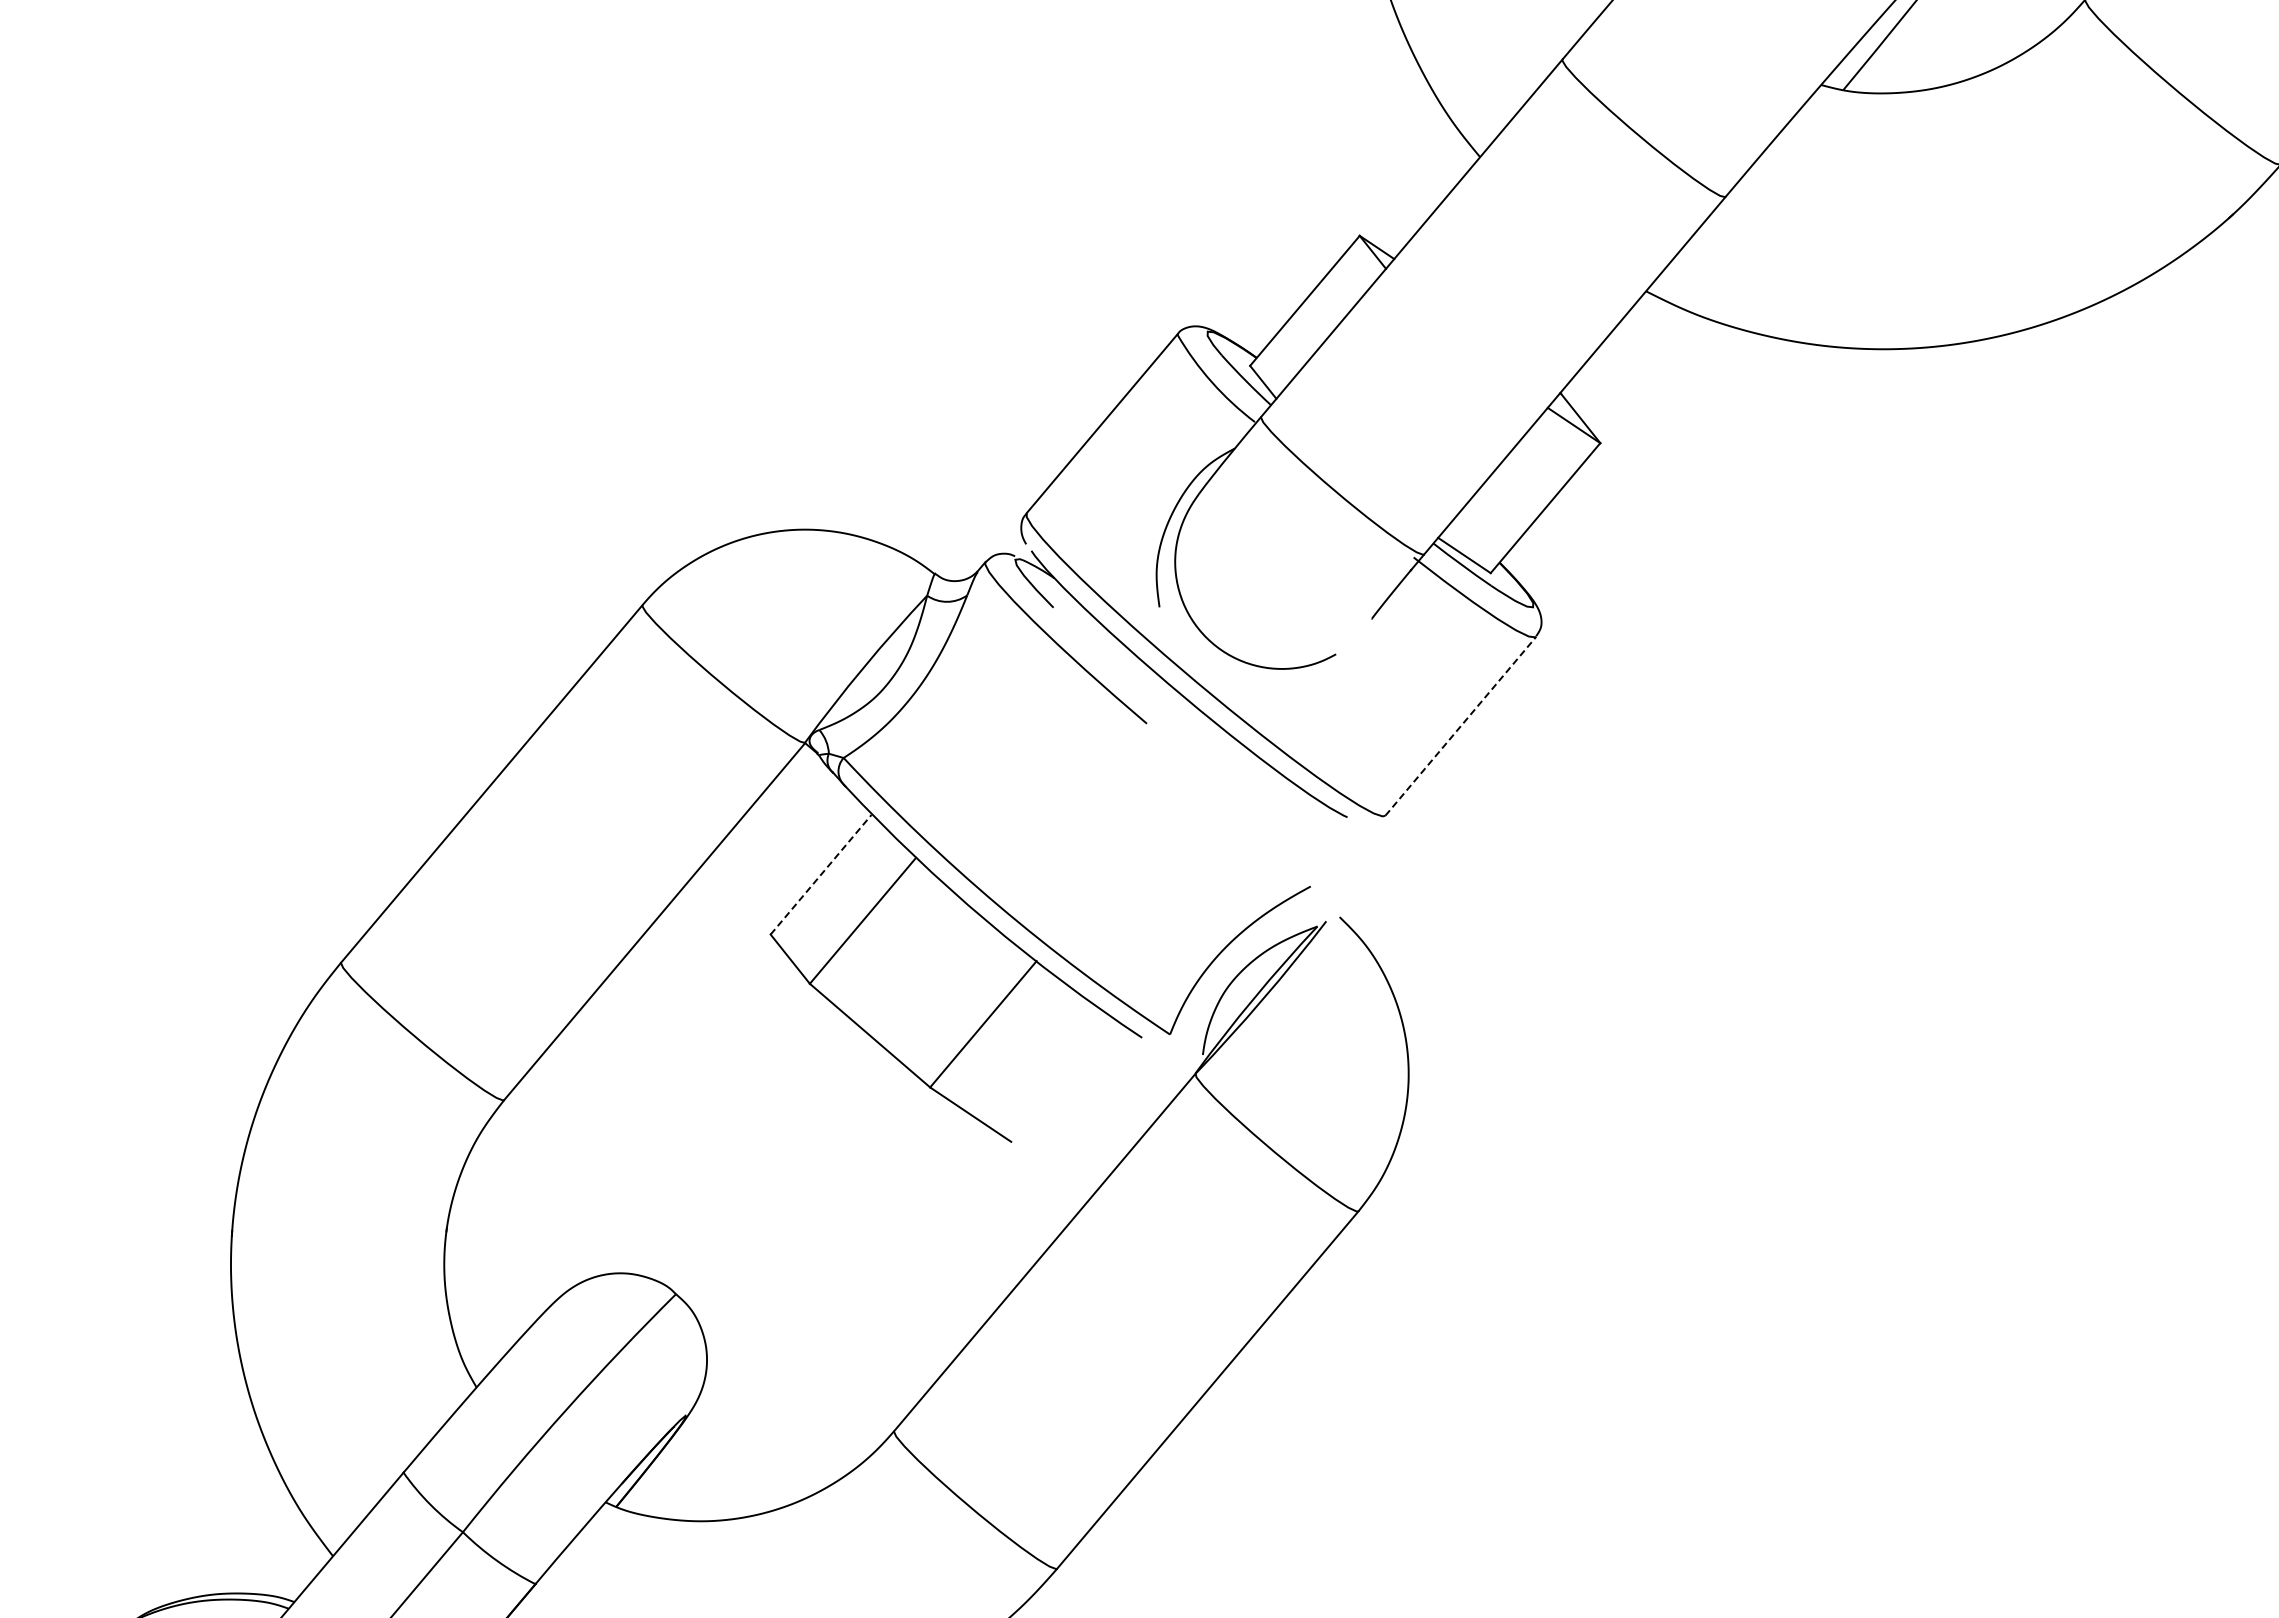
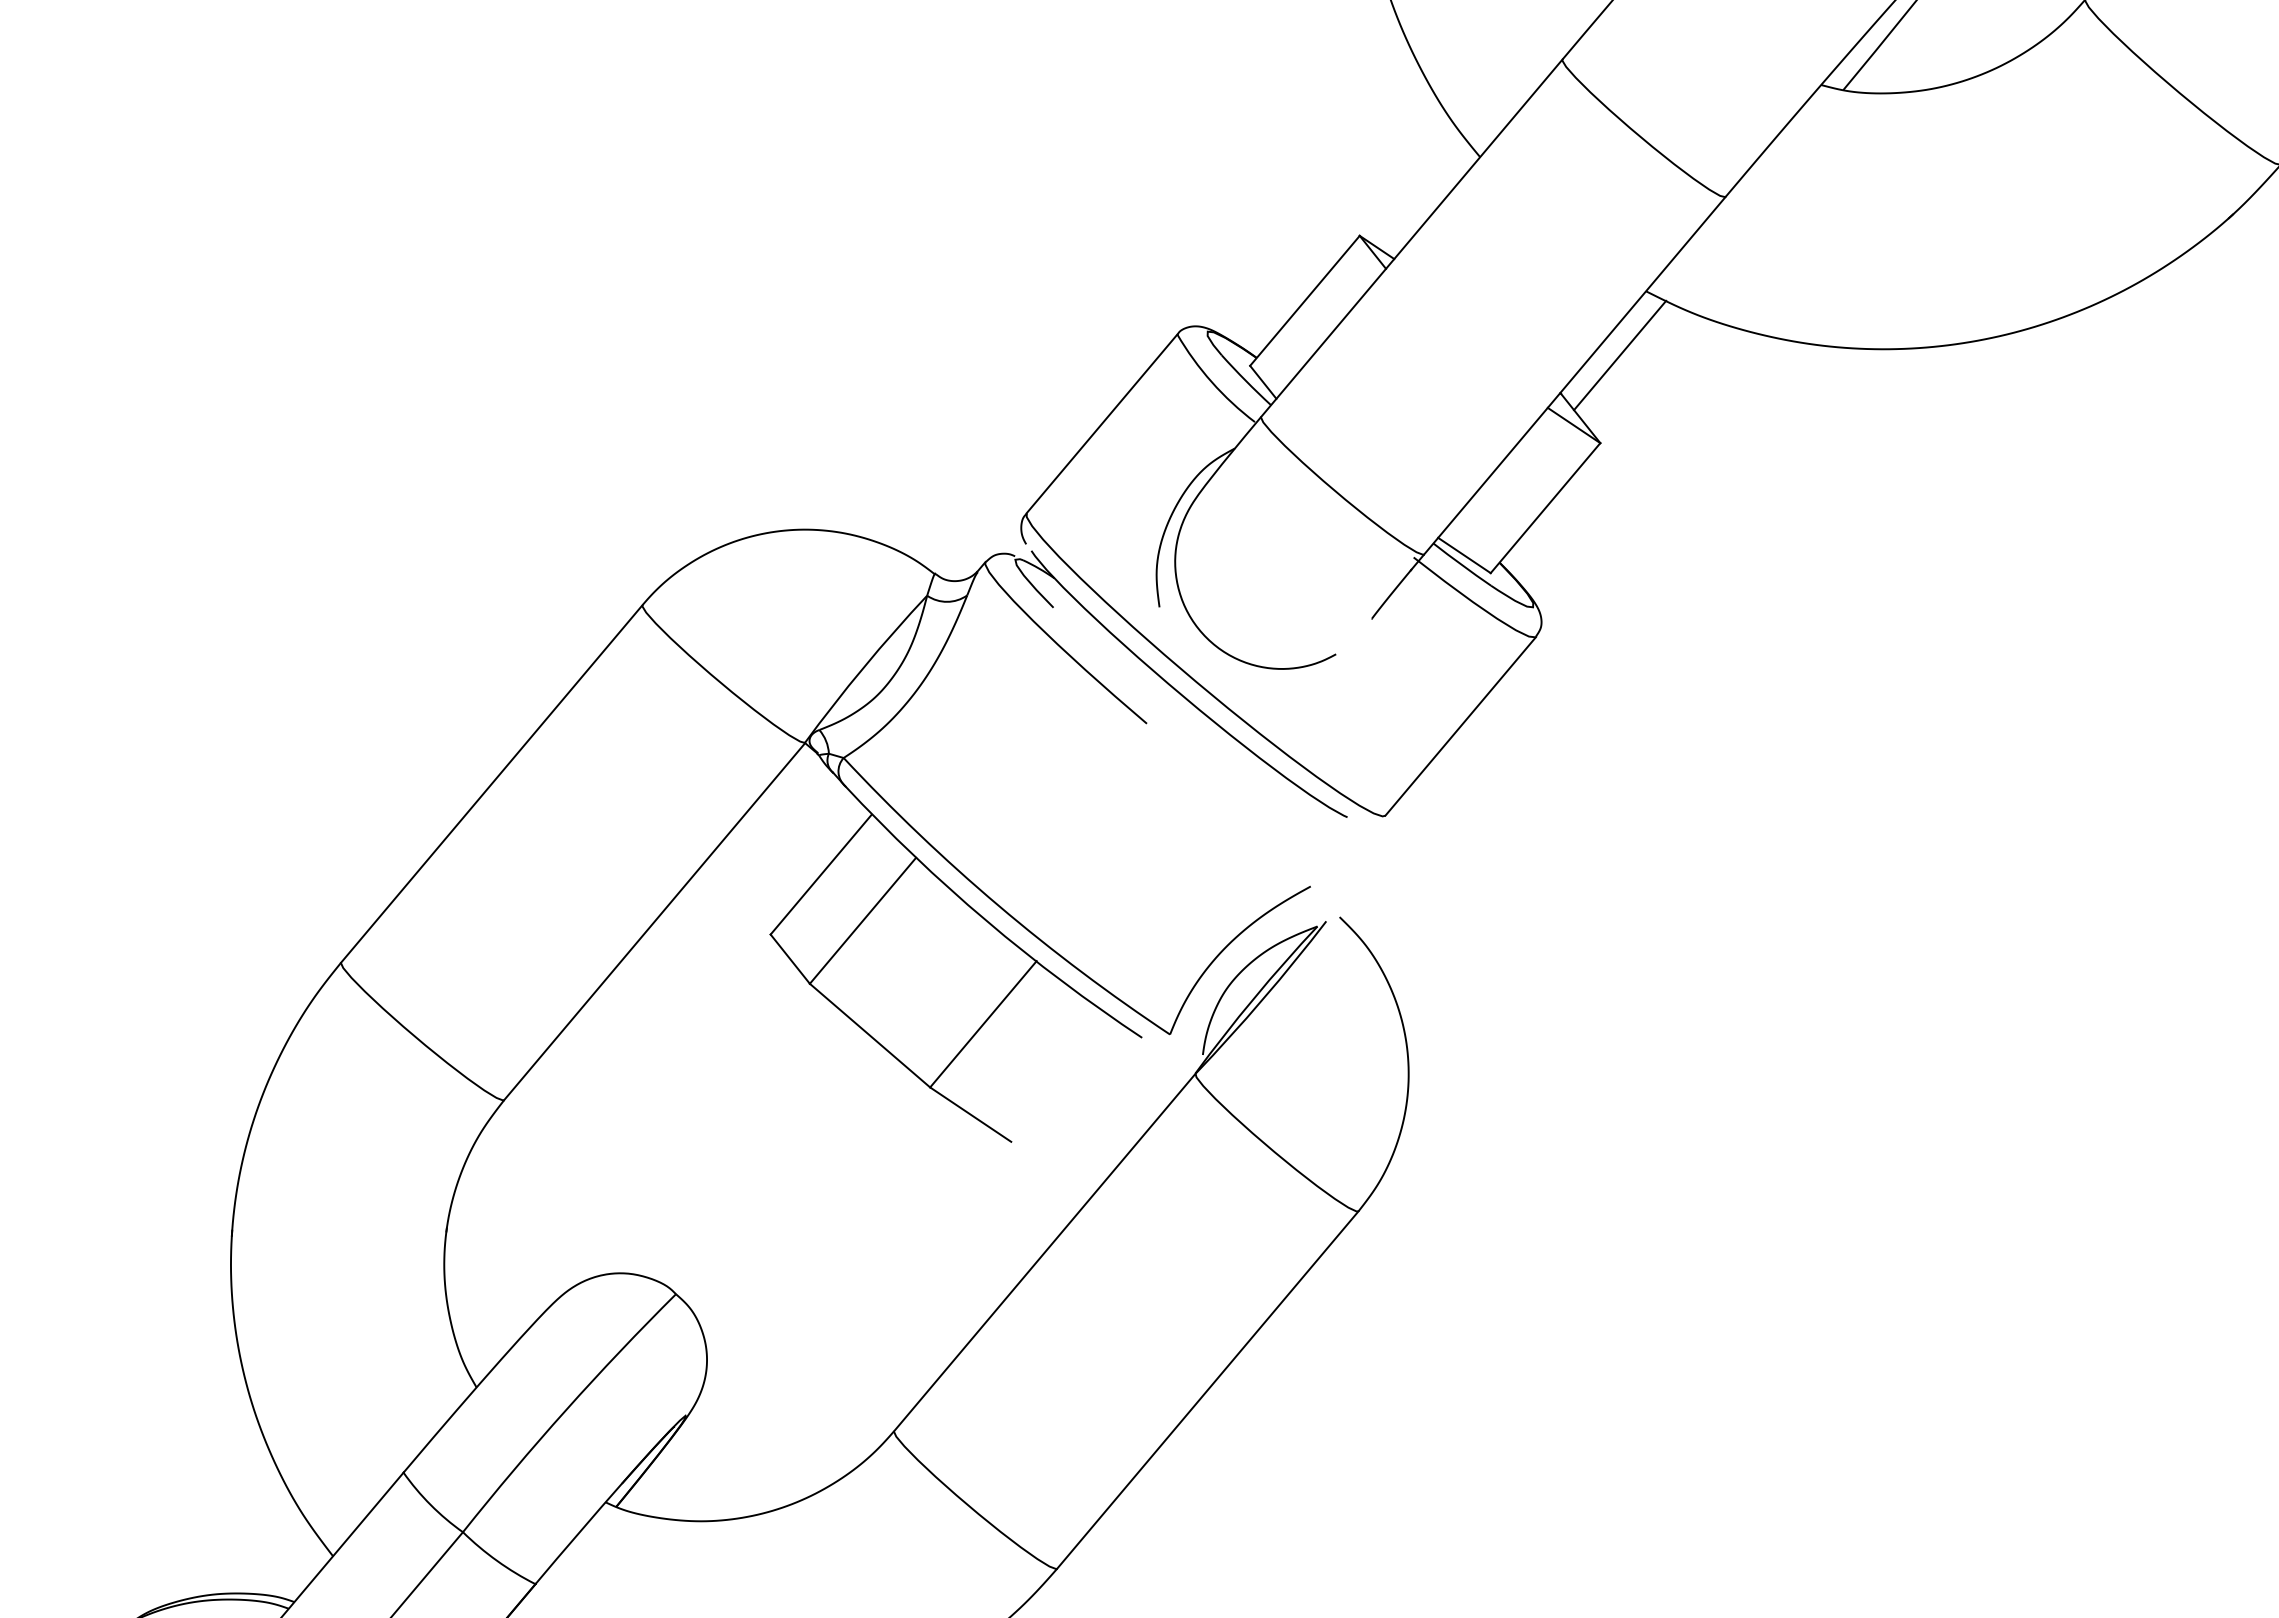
line at (1620, 355): none -> present
line at (1460, 726): dashed -> solid
line at (821, 874): dashed -> solid
